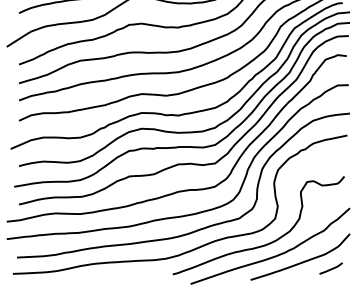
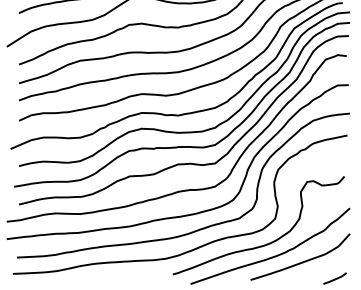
line at (330, 268) position: (330, 268) -> (334, 278)
